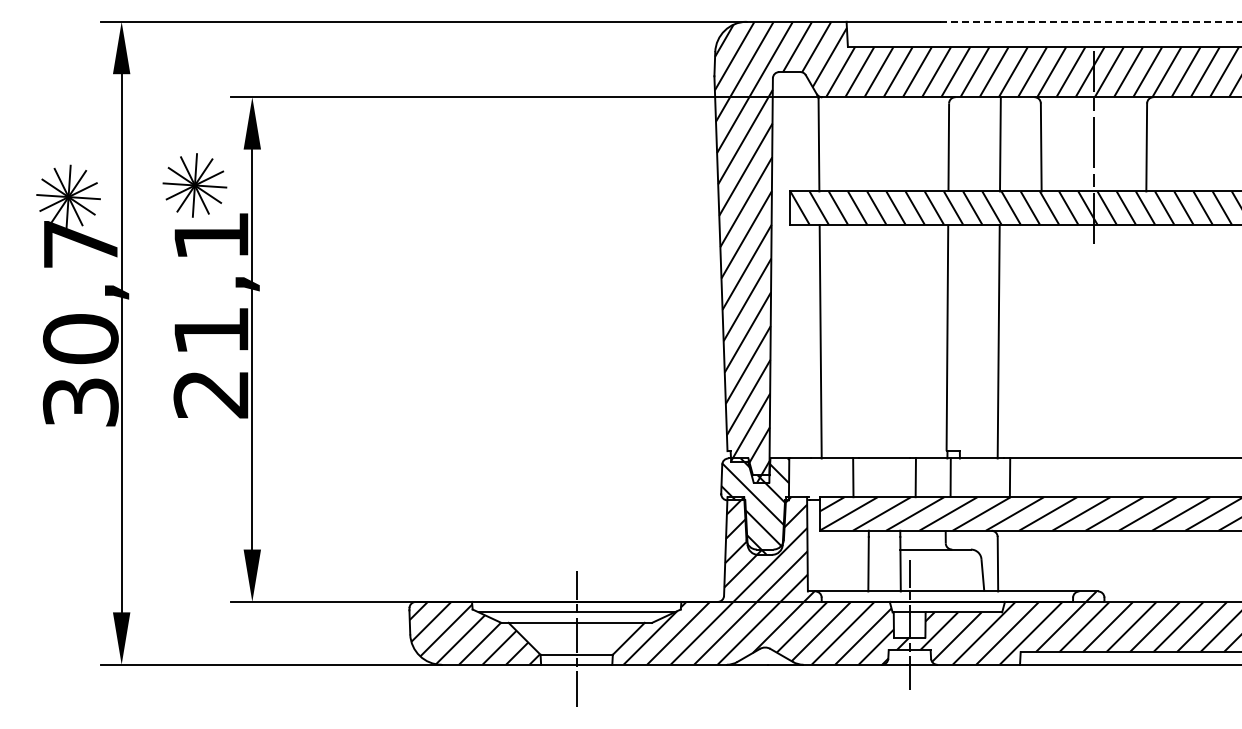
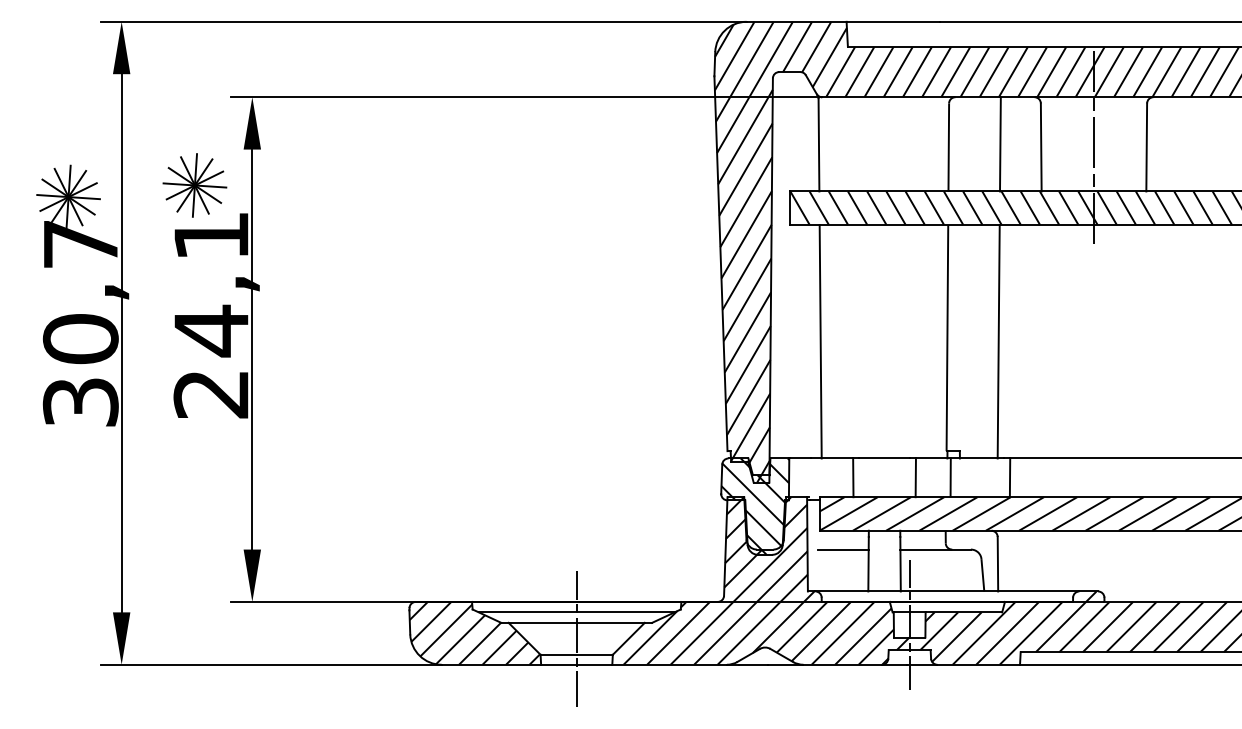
line at (1091, 21): dashed -> solid
text at (211, 330): 21,1 -> 24,1
line at (842, 549): none -> present
